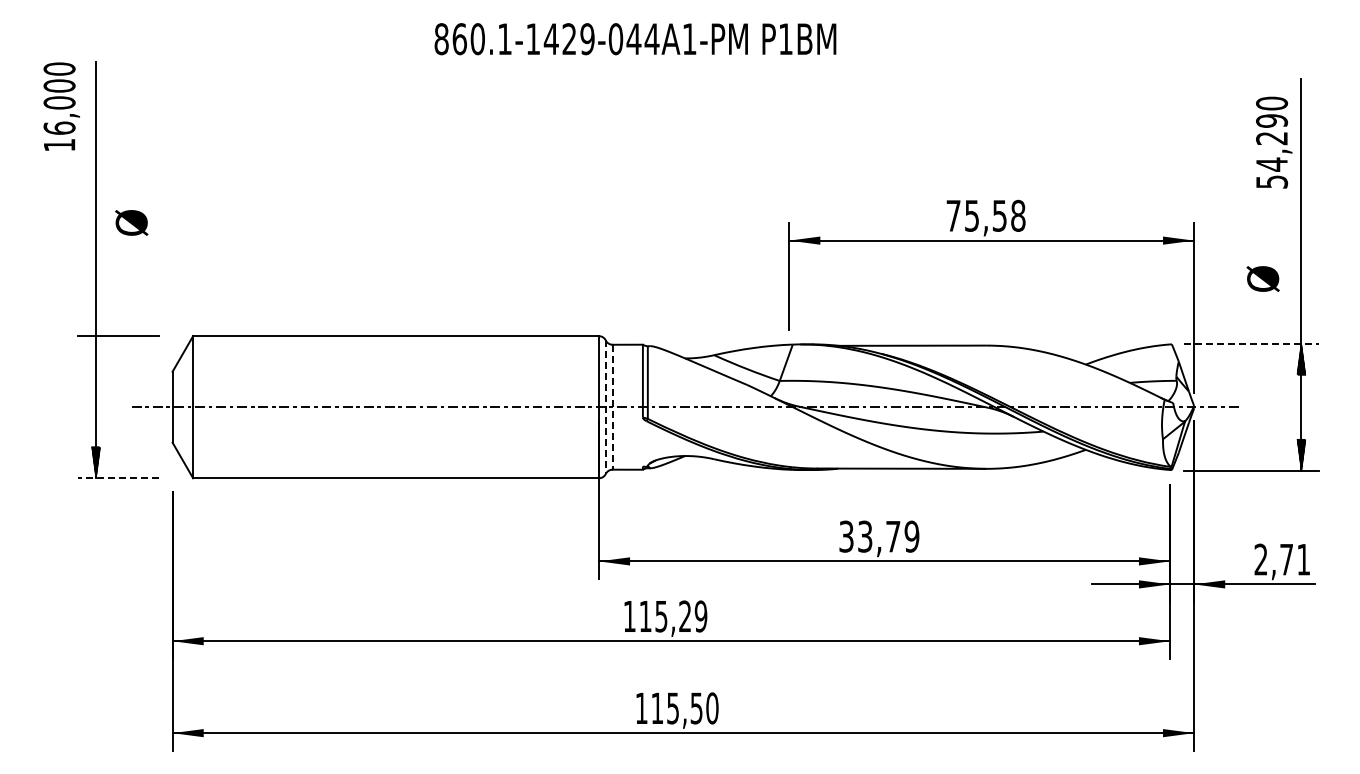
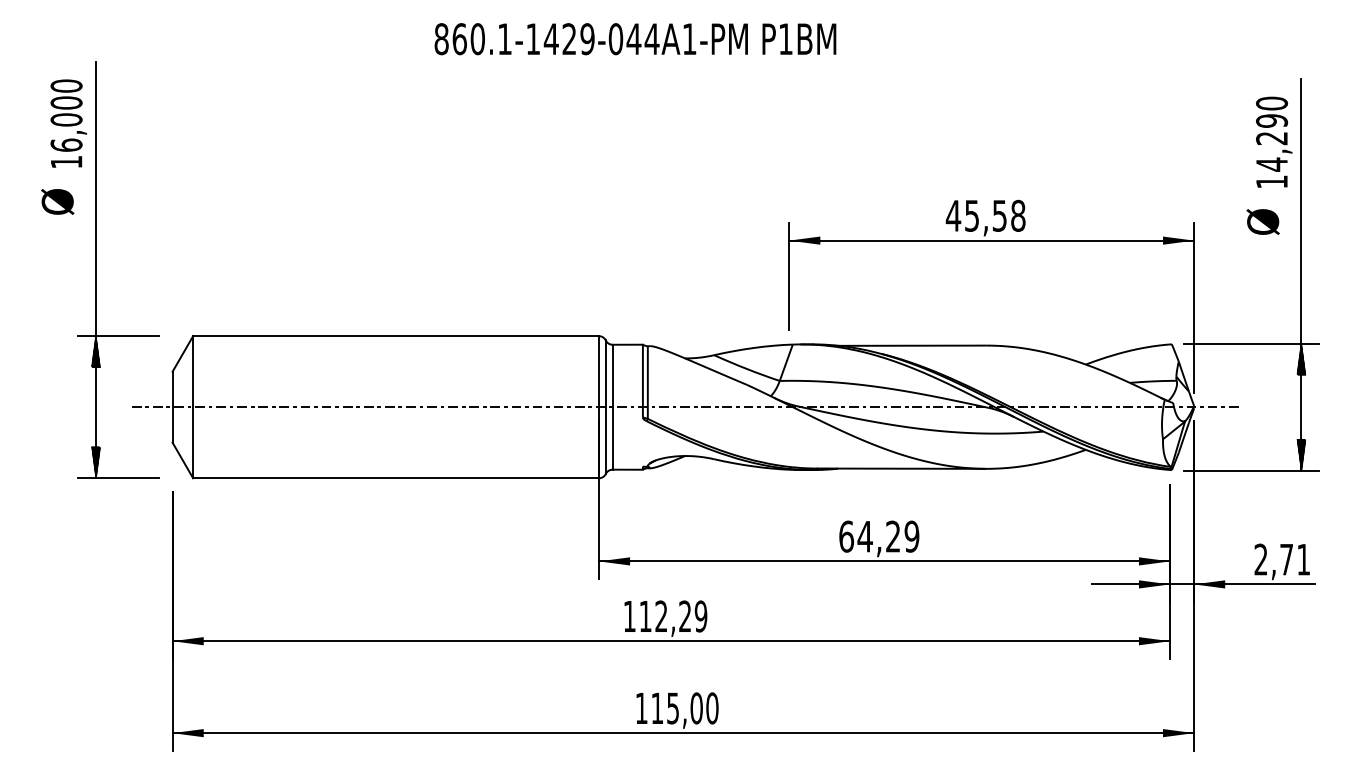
text at (61, 106) position: (61, 106) -> (68, 123)
text at (1272, 181): 54,290 -> 14,290
text at (953, 215): 75,58 -> 45,58
text at (131, 222) position: (131, 222) -> (57, 201)
text at (1262, 278) position: (1262, 278) -> (1262, 221)
line at (1251, 343): dashed -> solid
hatch at (95, 351): none -> present
line at (605, 407): dashed -> solid
line at (612, 407): dashed -> solid
line at (117, 478): dashed -> solid
text at (869, 536): 33,79 -> 64,29
text at (661, 616): 115,29 -> 112,29
text at (696, 708): 115,50 -> 115,00
